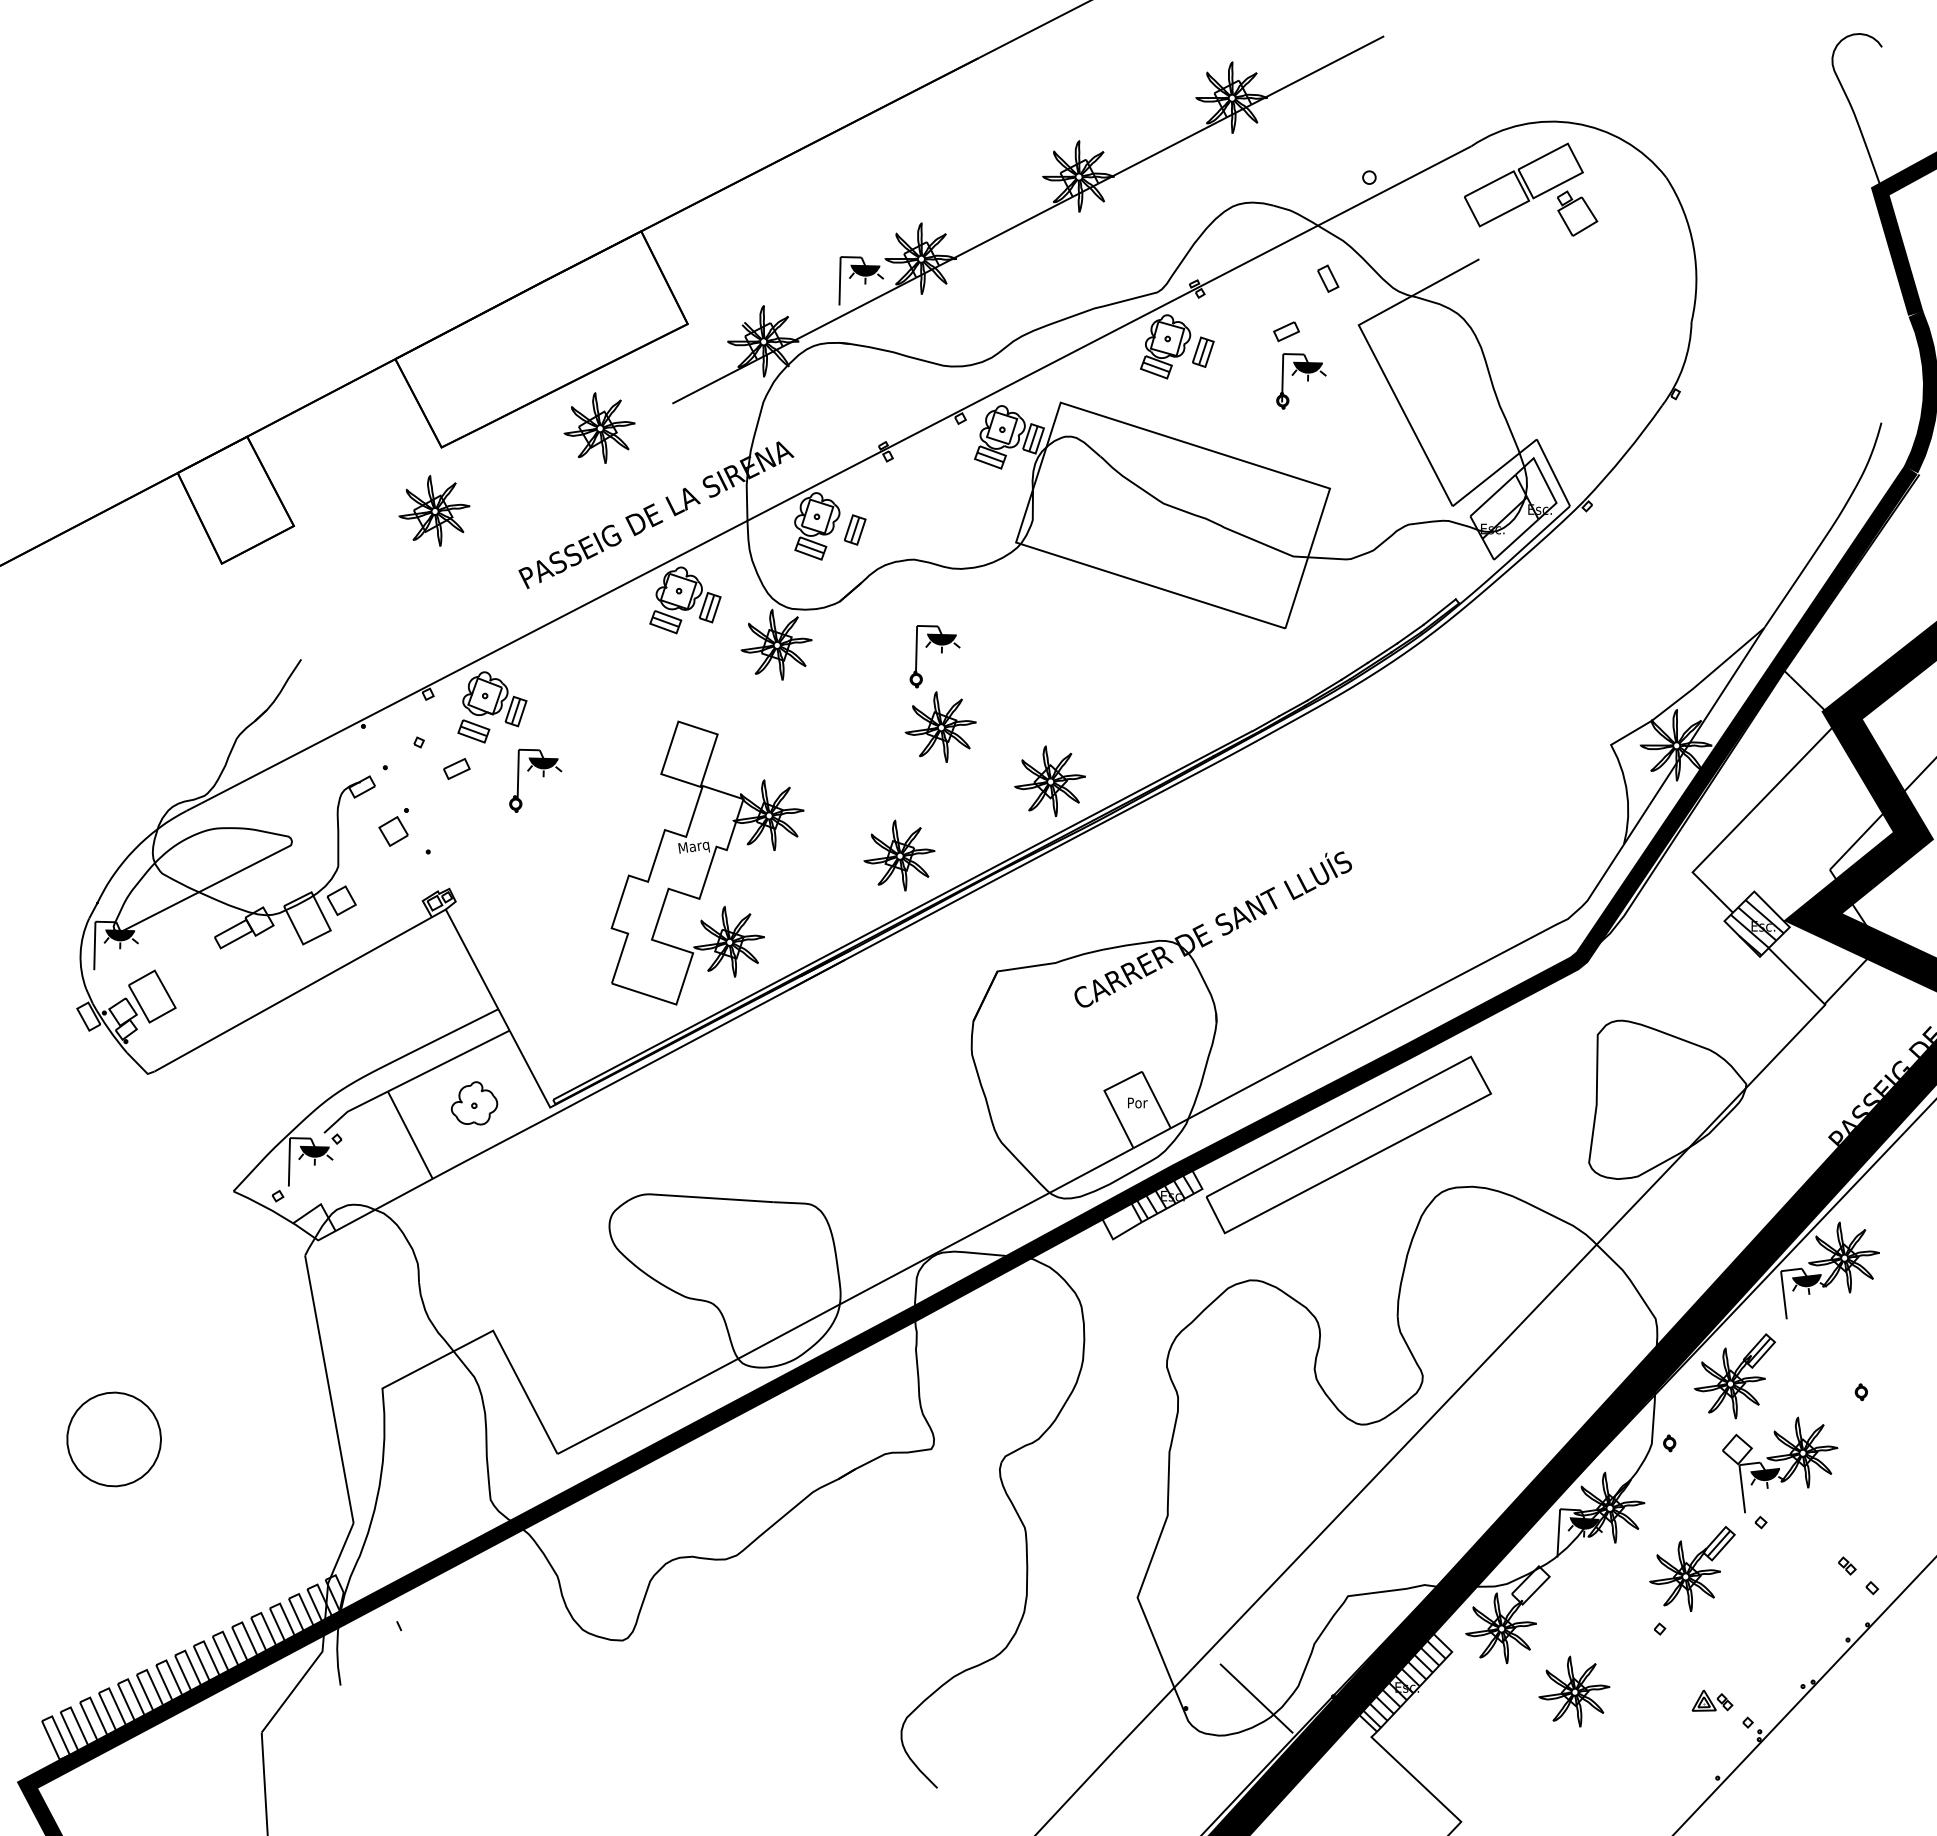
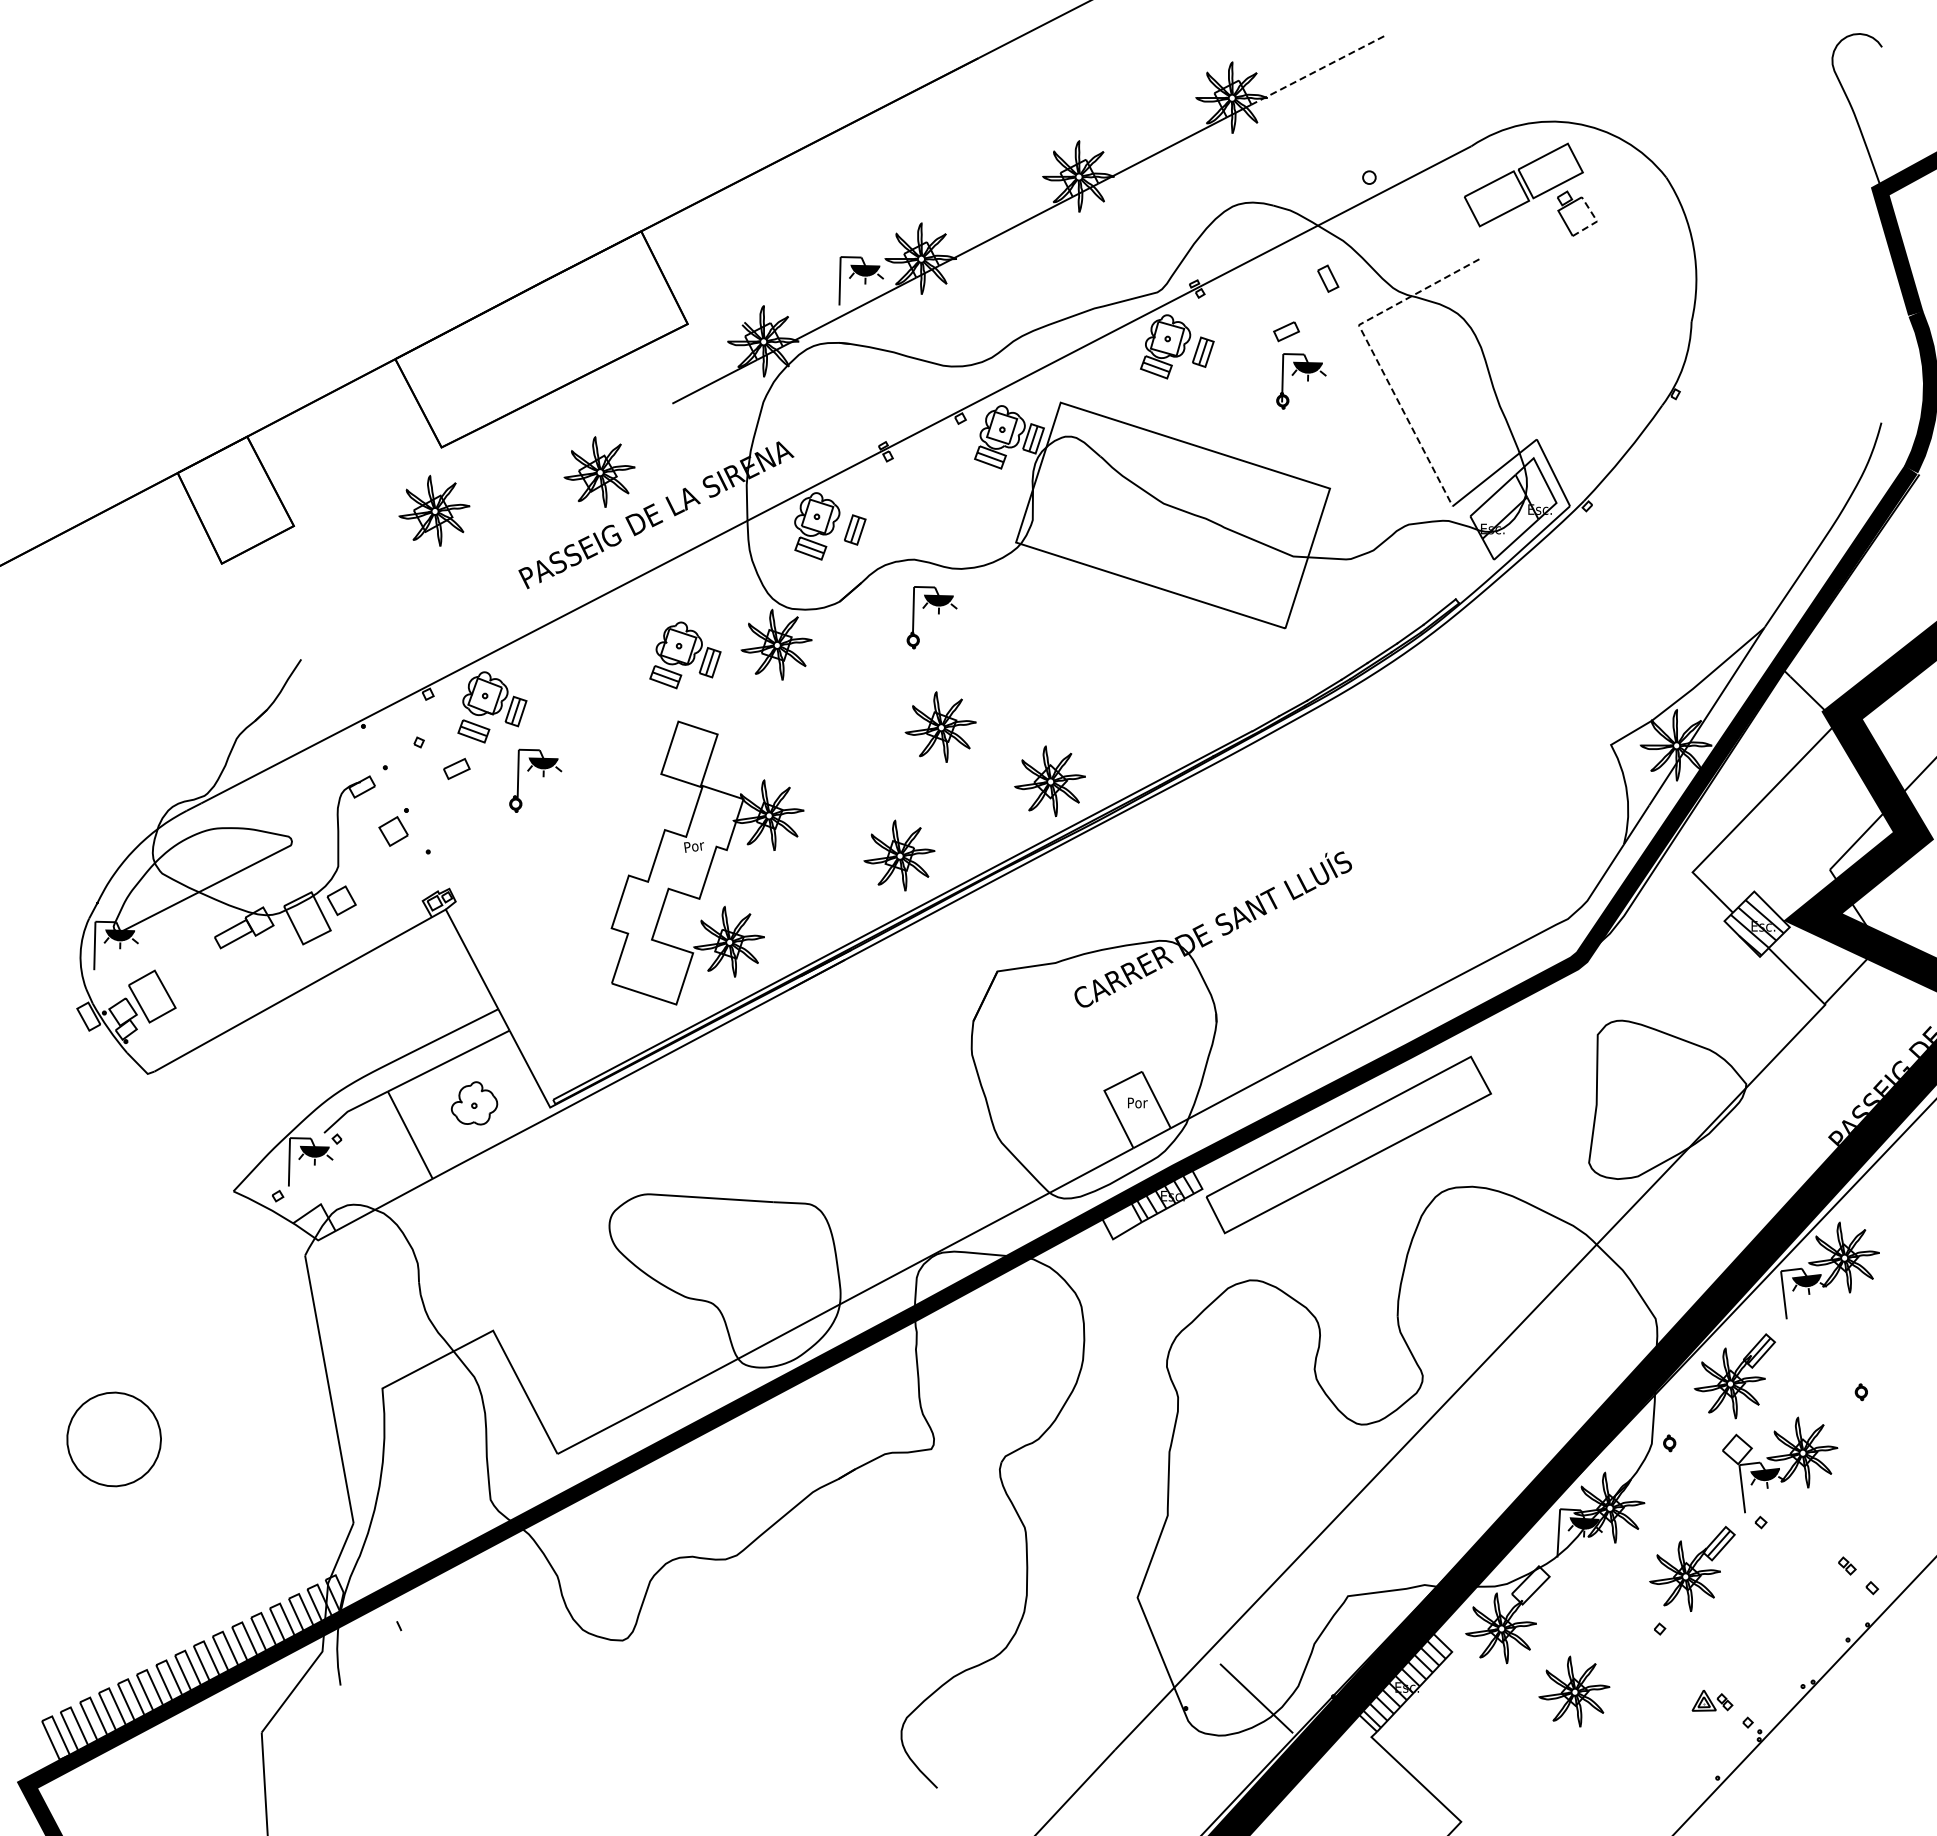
line at (1318, 70): solid -> dashed
line at (1597, 221): solid -> dashed
line at (1373, 354): solid -> dashed
part at (599, 427) position: (599, 427) -> (599, 471)
part at (685, 600) position: (685, 600) -> (685, 655)
part at (941, 653) position: (941, 653) -> (938, 614)
text at (693, 847): Marq -> Por
